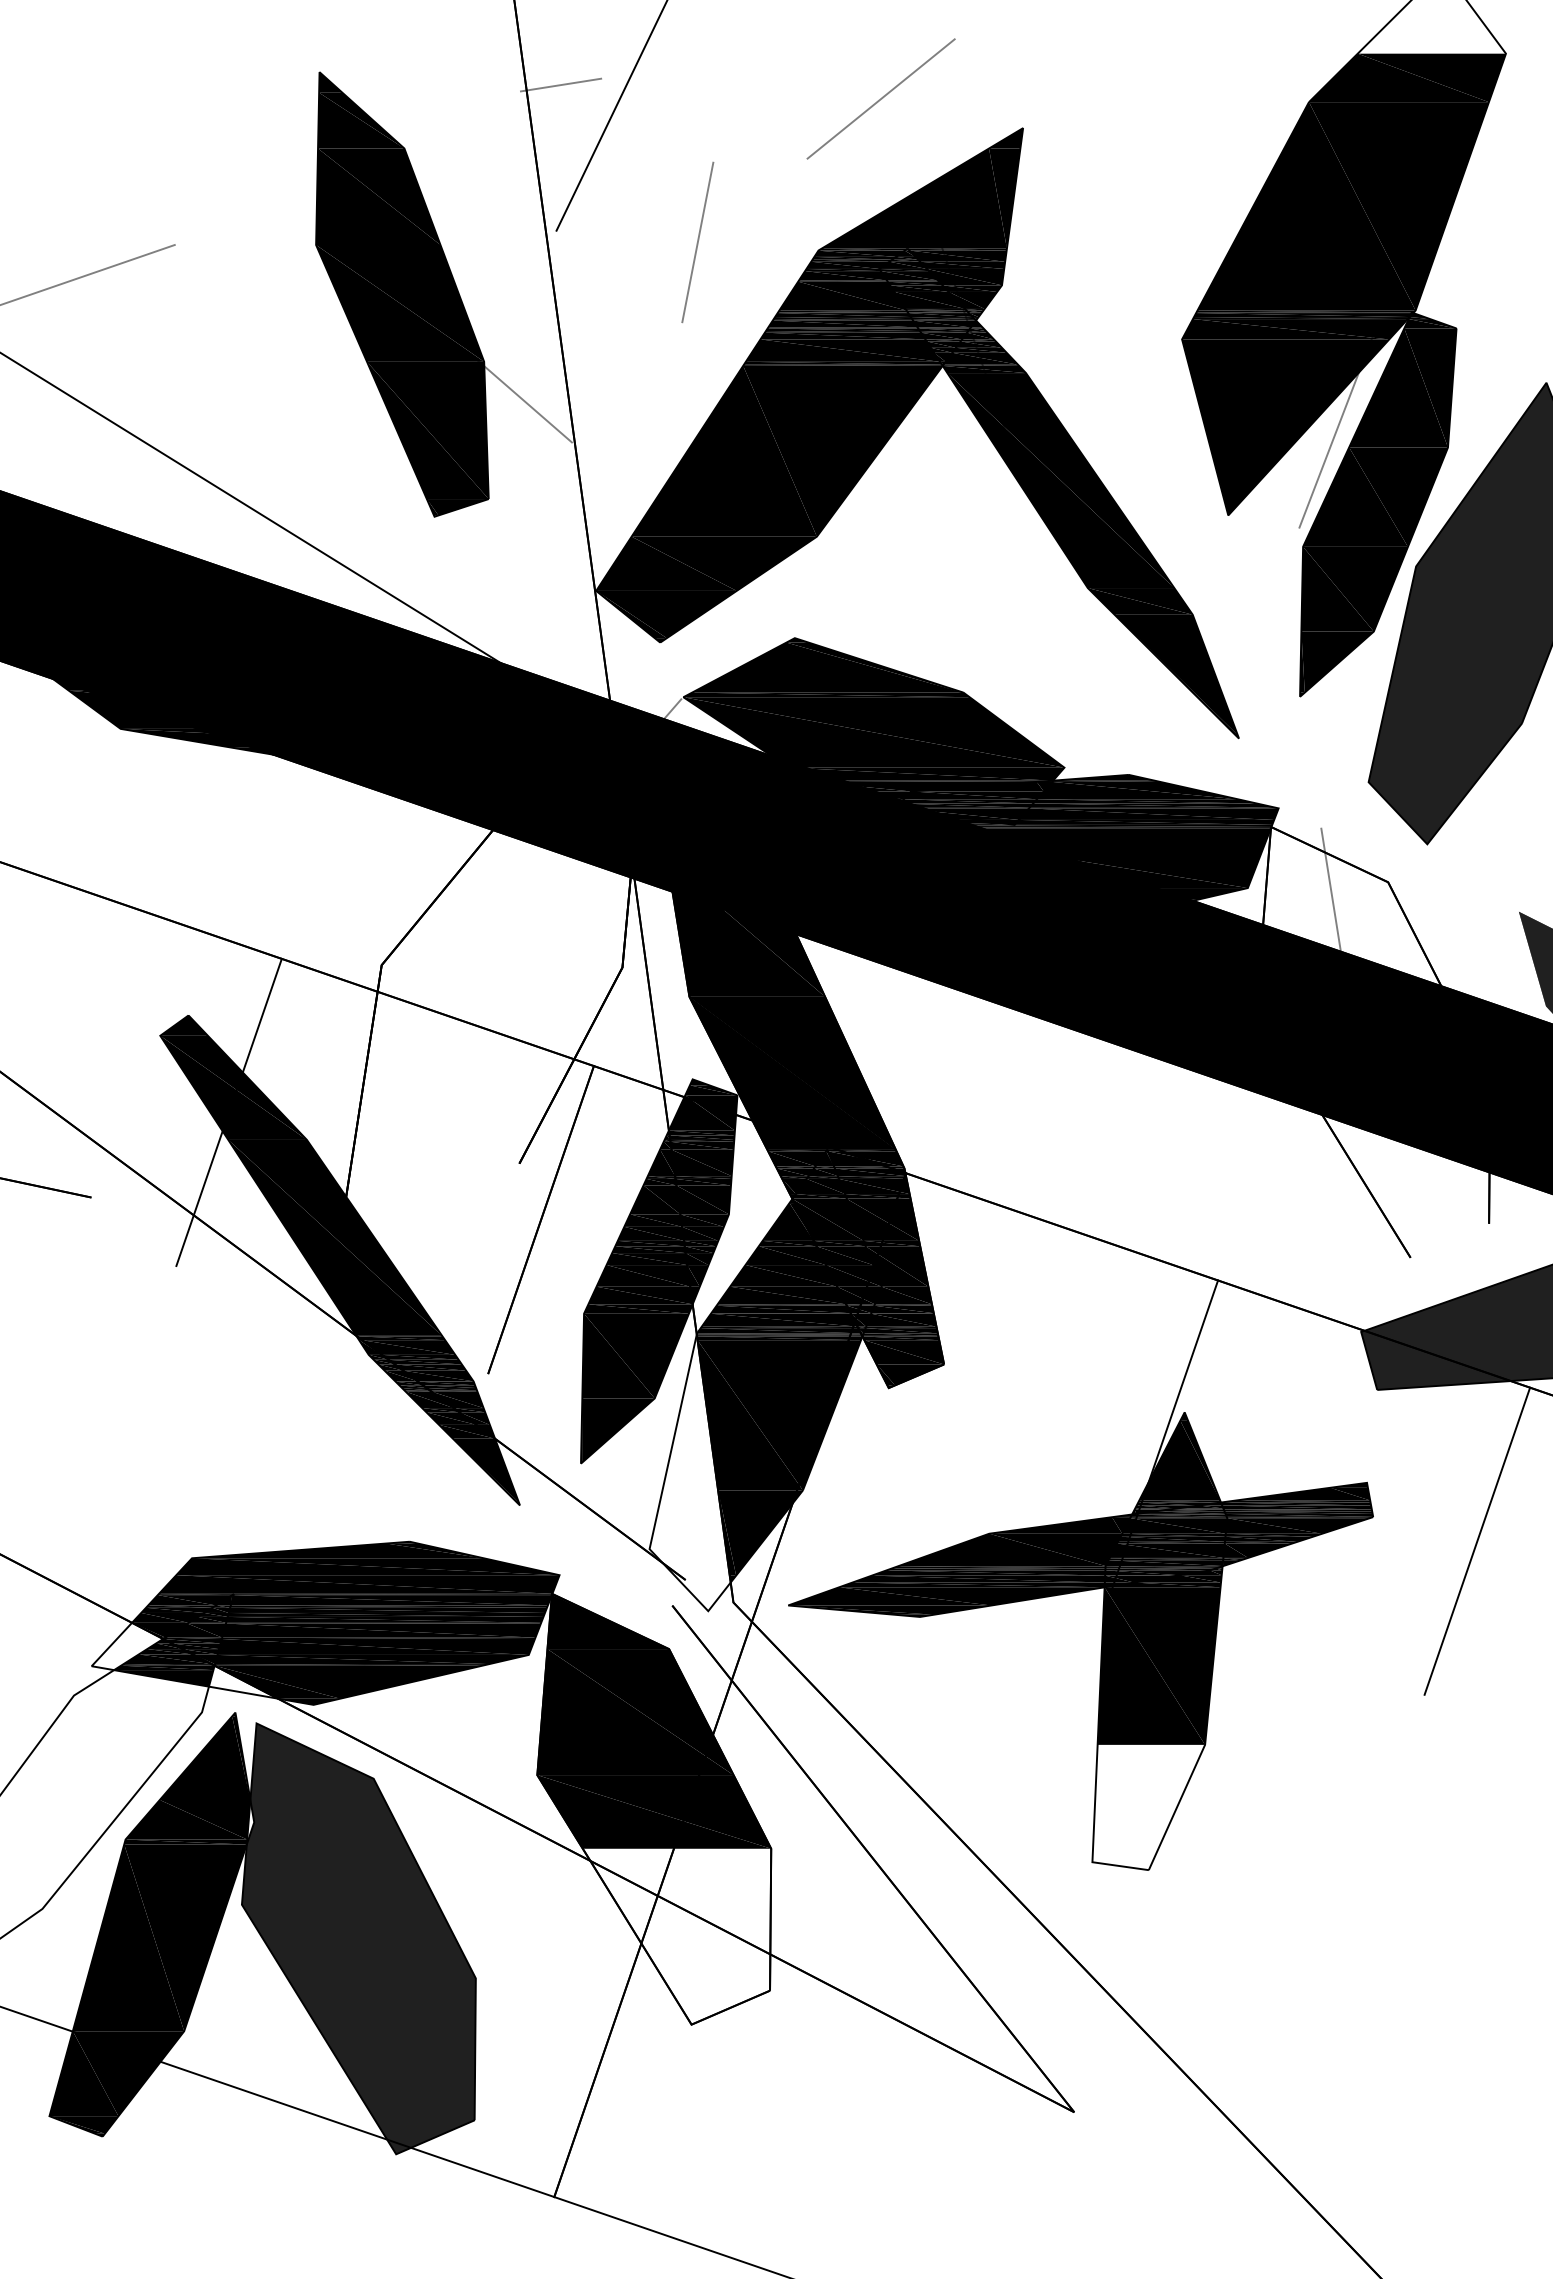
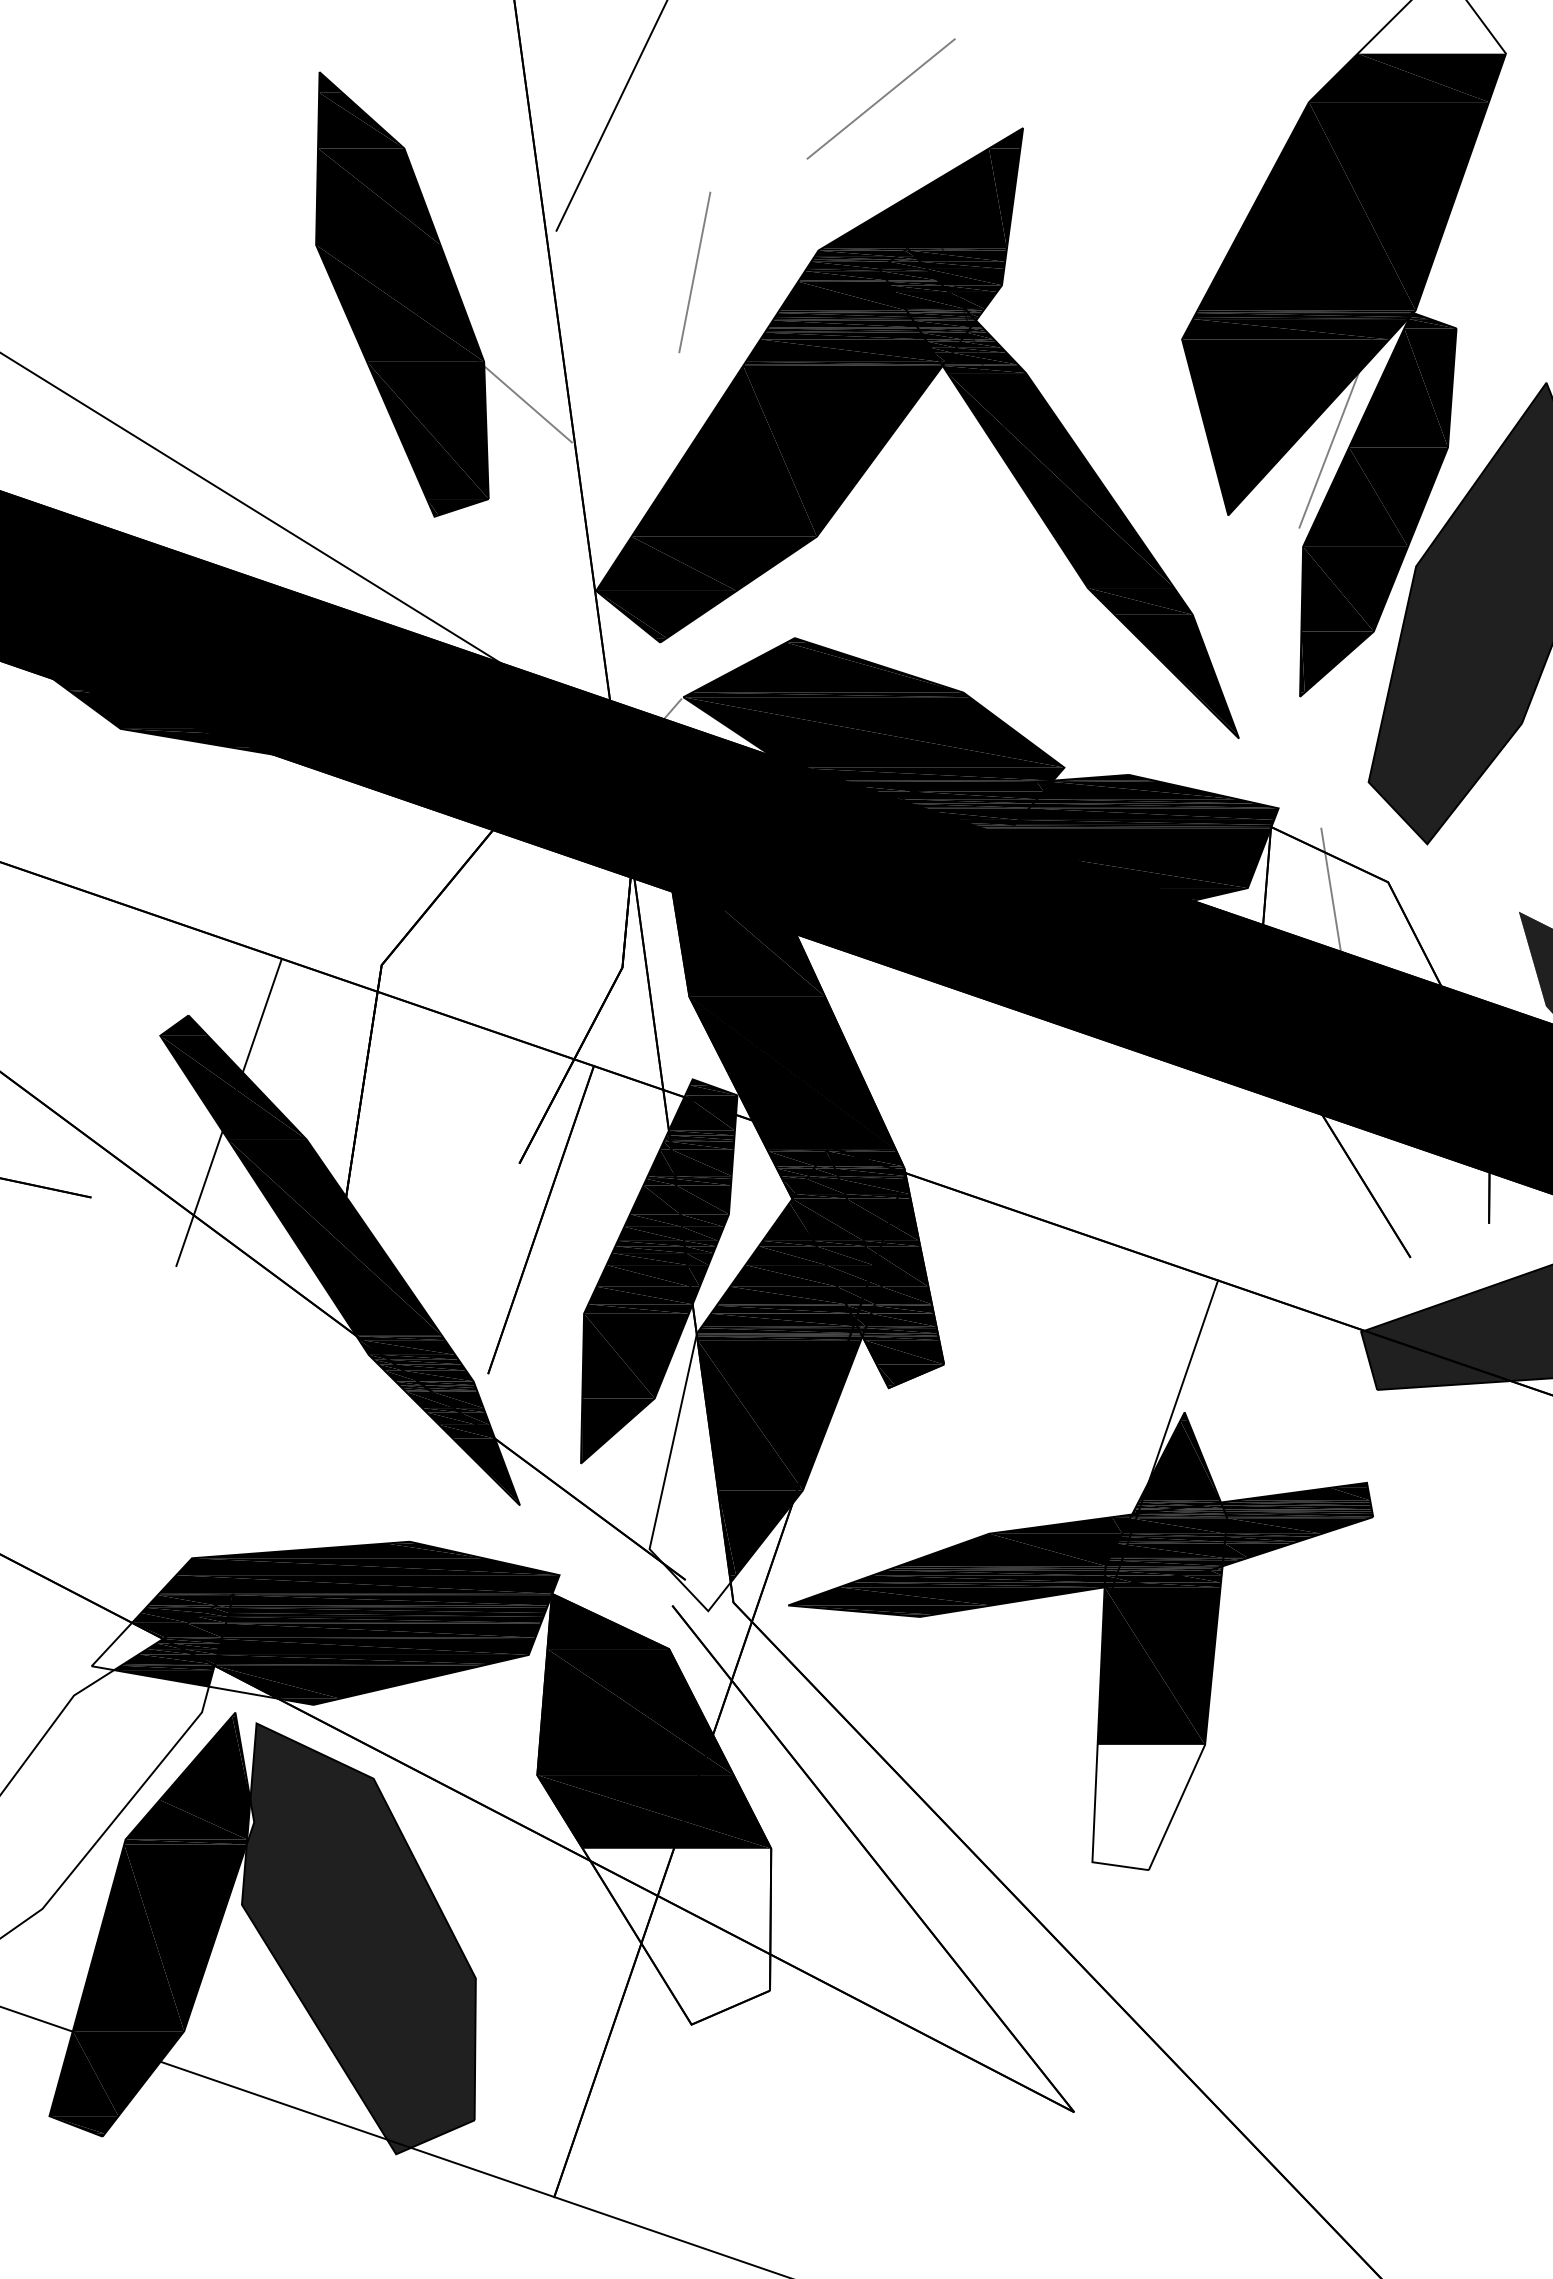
line at (560, 84): present -> none
line at (697, 242) position: (697, 242) -> (694, 272)
line at (88, 274): present -> none
line at (1477, 1540): present -> none
